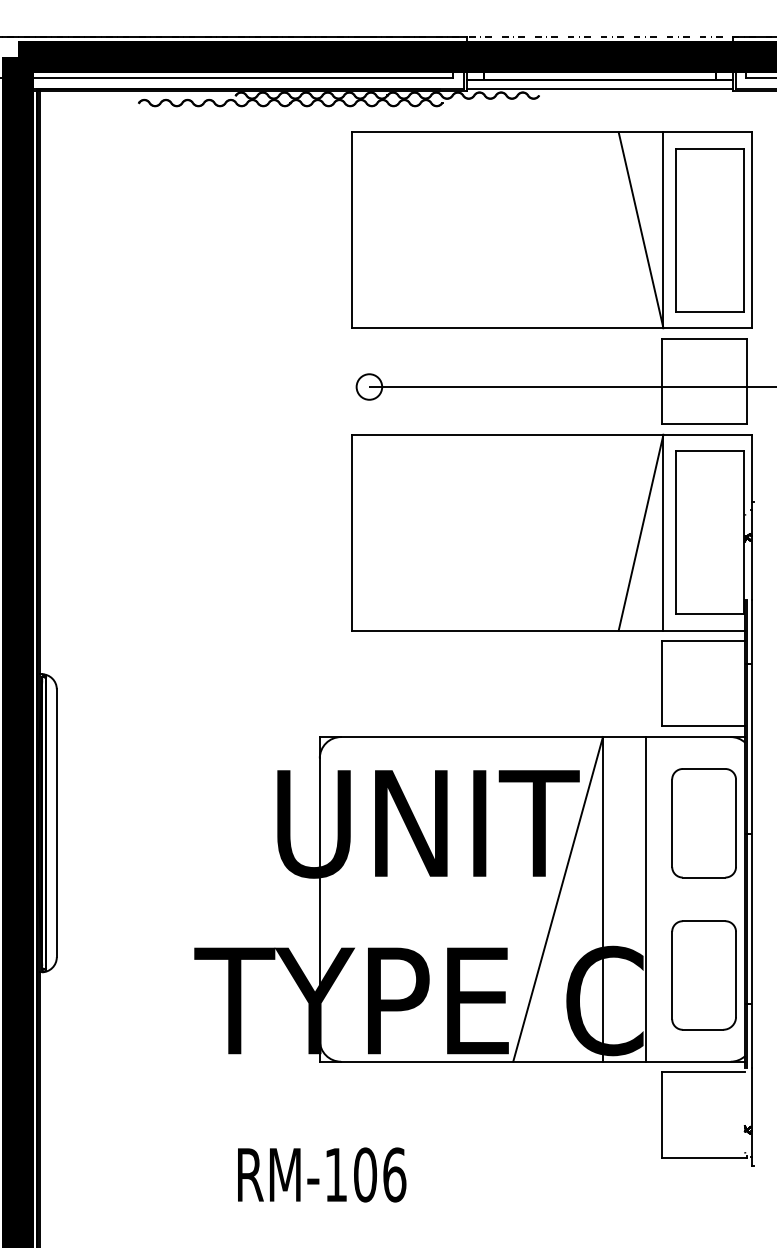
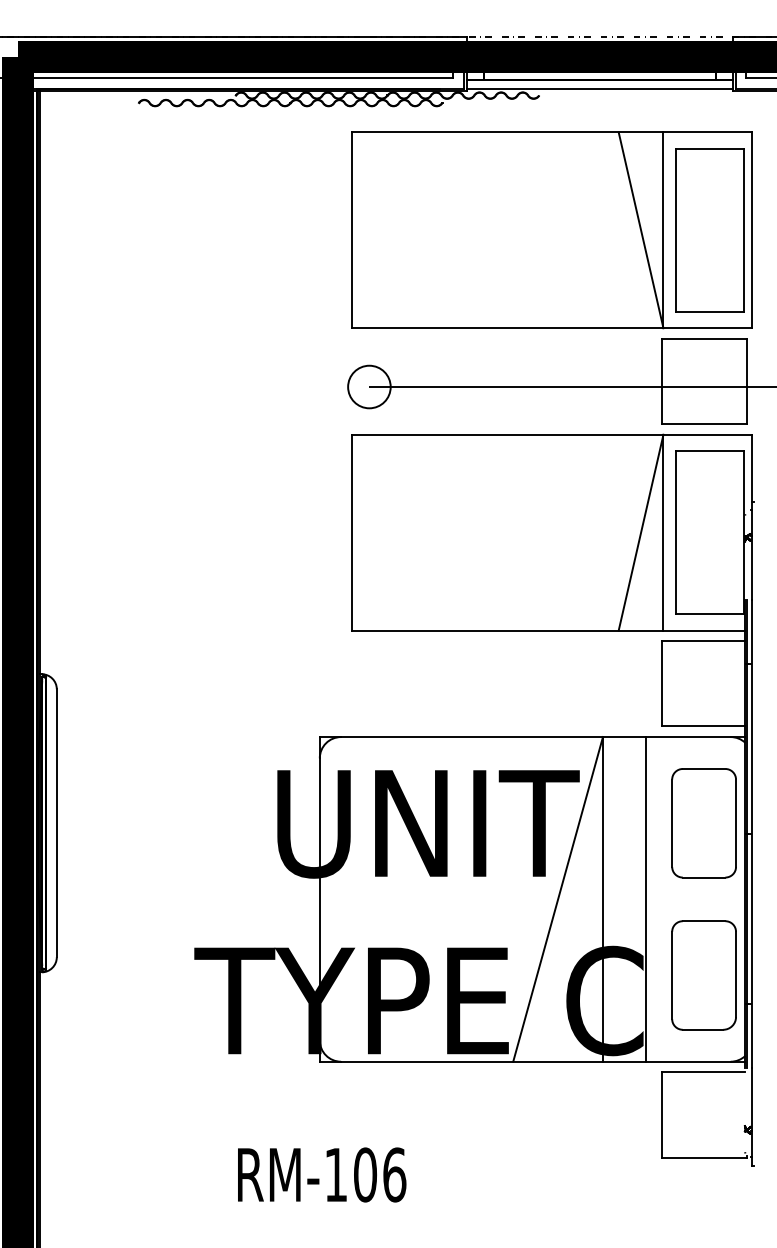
circle at (369, 386) diameter: 26 px -> 43 px
